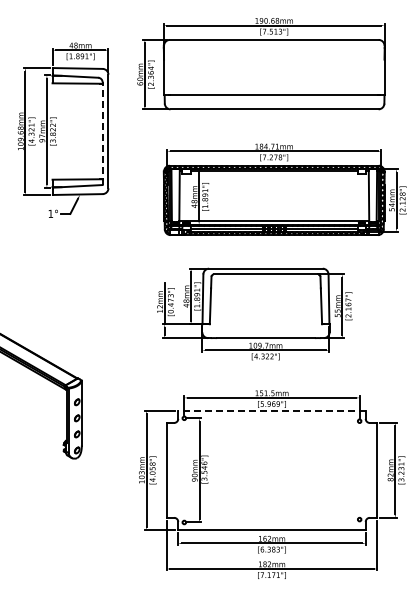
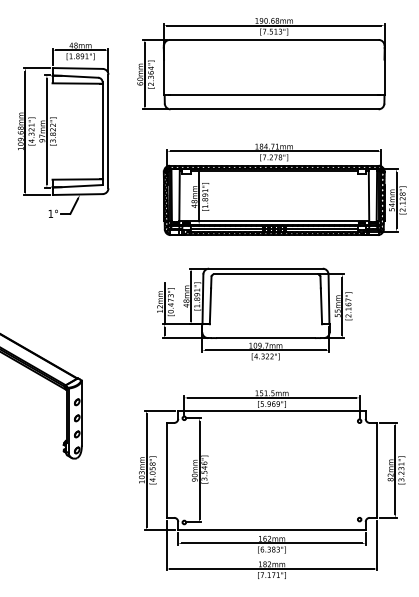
line at (102, 133): dashed -> solid
line at (271, 410): dashed -> solid
